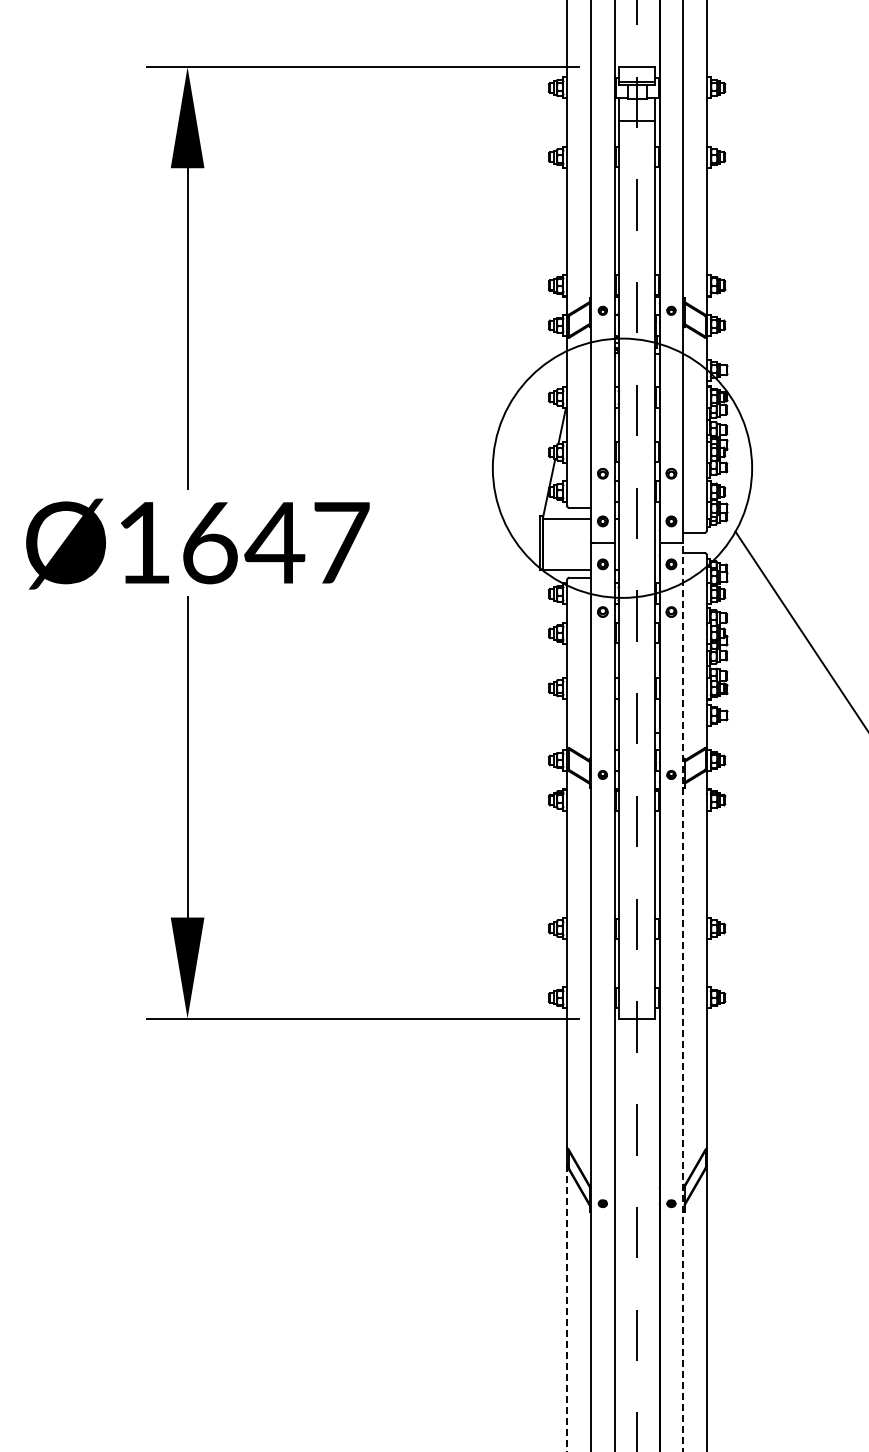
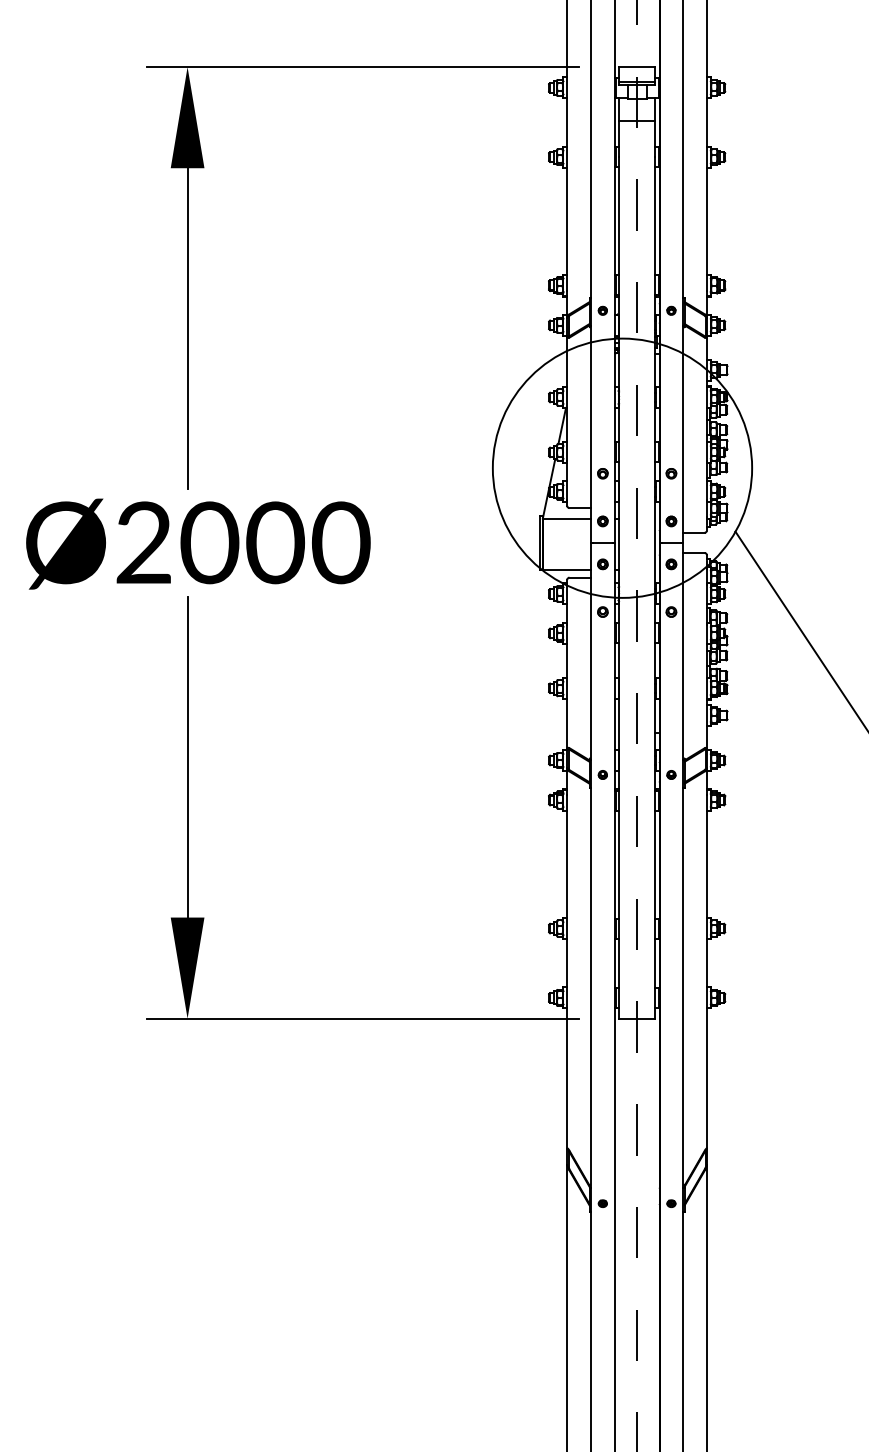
text at (243, 542): Ø1647 -> Ø2000
line at (683, 996): dashed -> solid
line at (567, 1308): dashed -> solid
